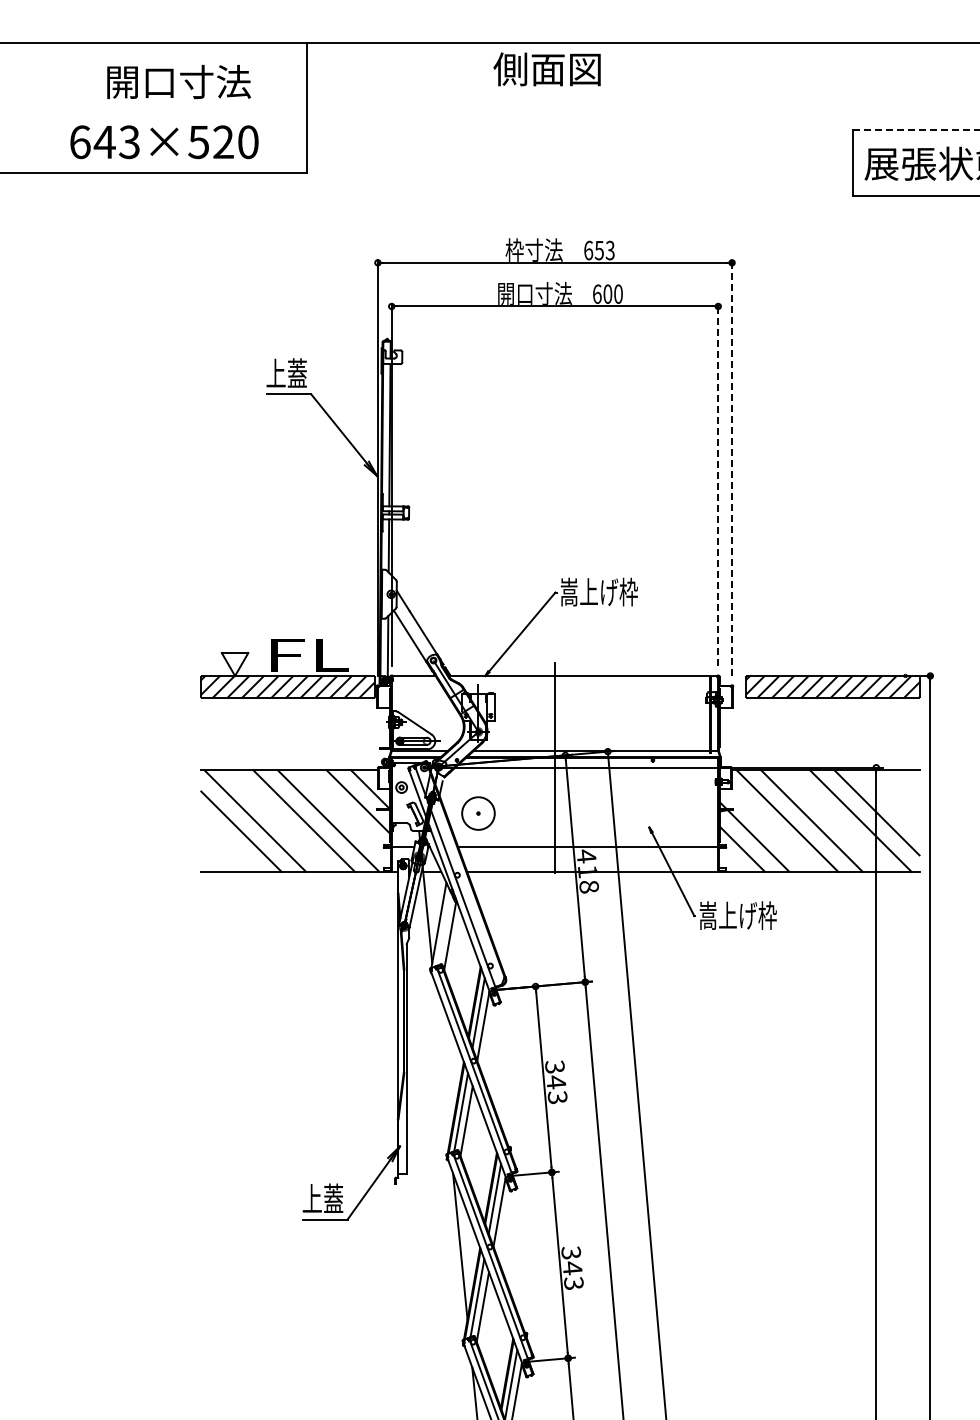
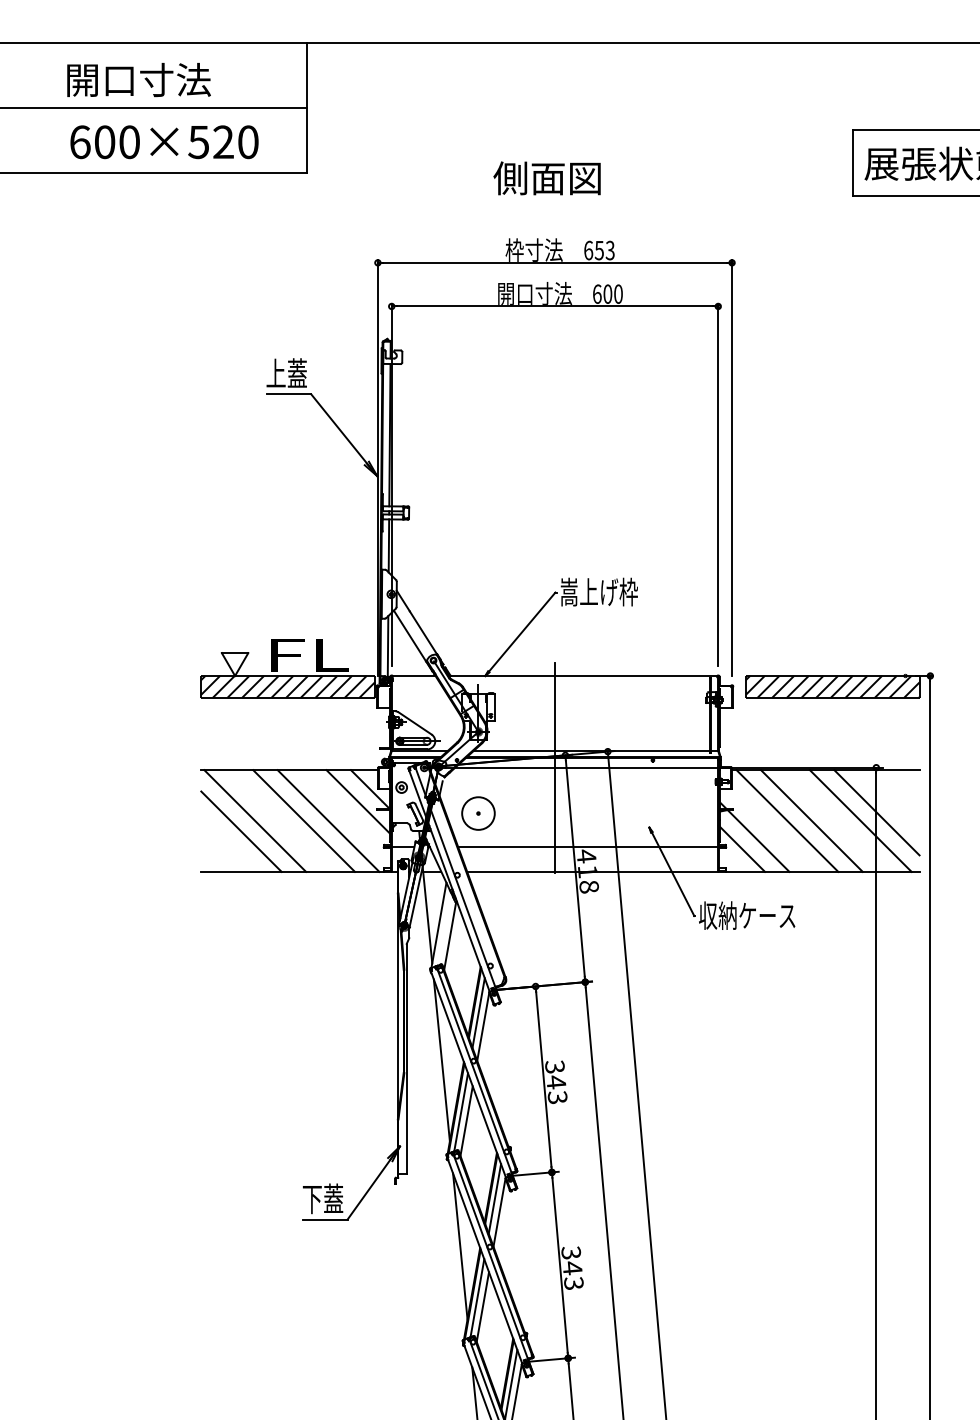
text at (546, 69) position: (546, 69) -> (546, 178)
text at (178, 82) position: (178, 82) -> (138, 80)
line at (154, 107): none -> present
line at (915, 129): dashed -> solid
text at (116, 142): 643×520 -> 600×520
line at (732, 467): dashed -> solid
line at (718, 484): dashed -> solid
text at (747, 915): 嵩上げ枠 -> 収納ケース
line at (441, 1060): none -> present
text at (311, 1199): 上蓋 -> 下蓋
